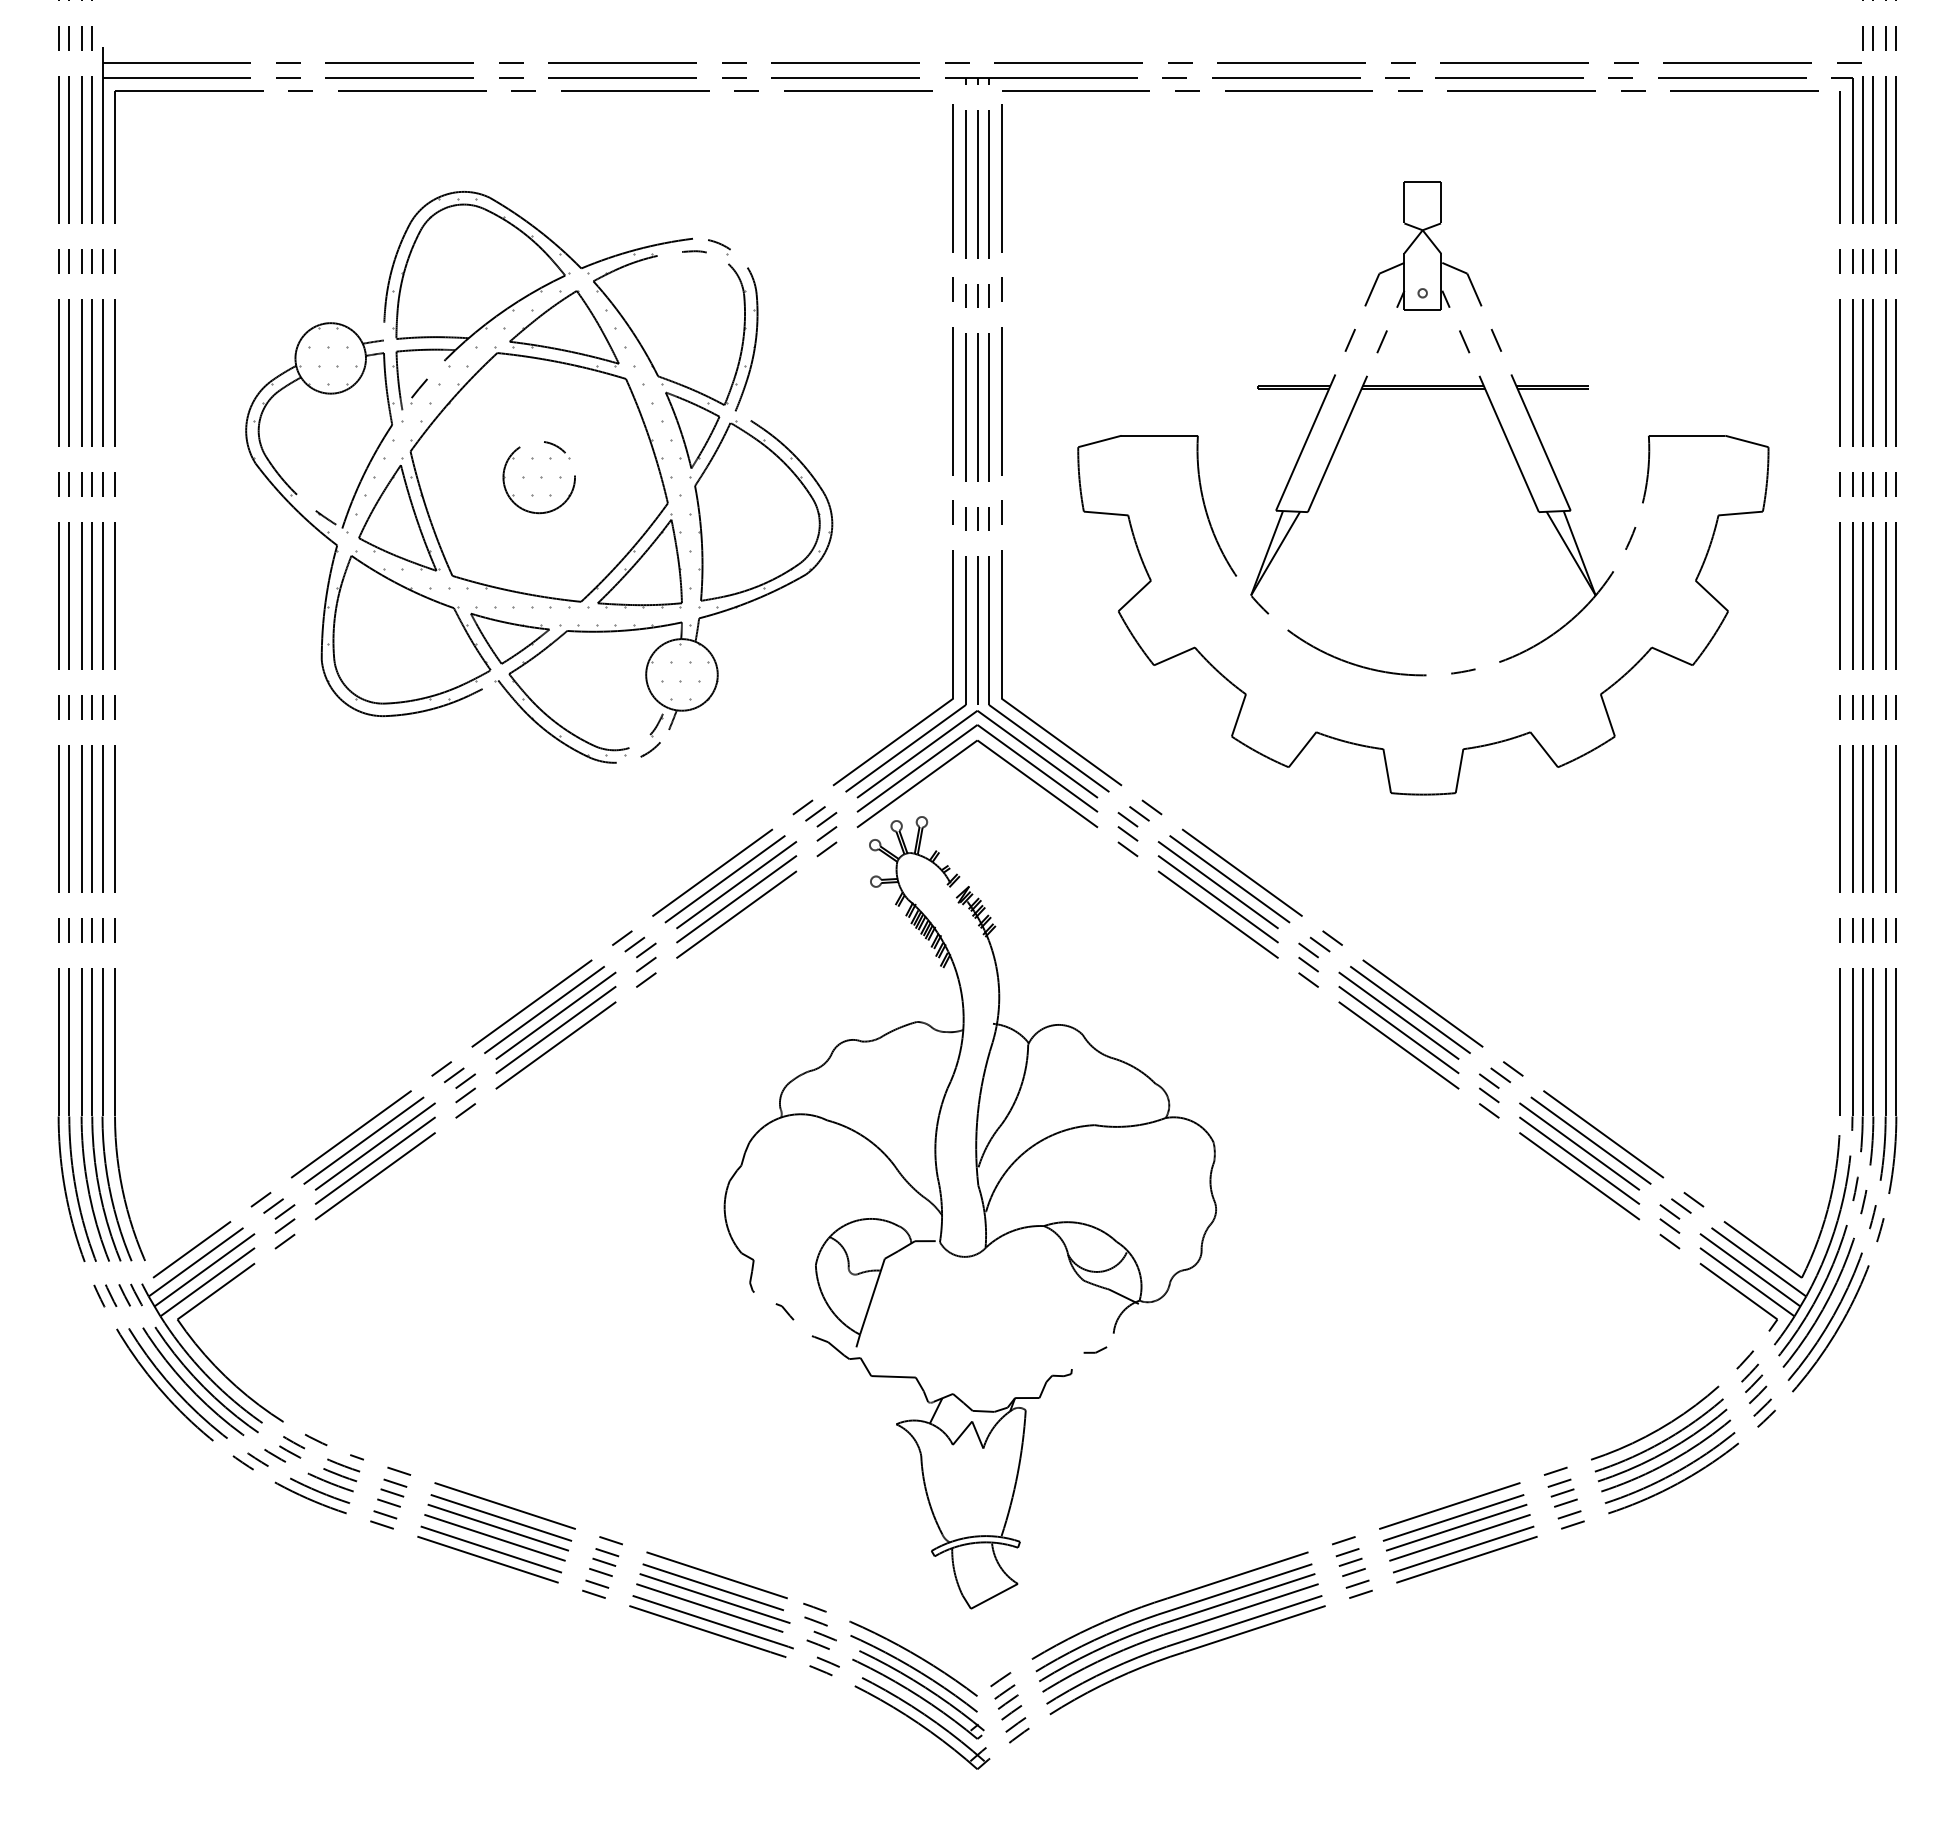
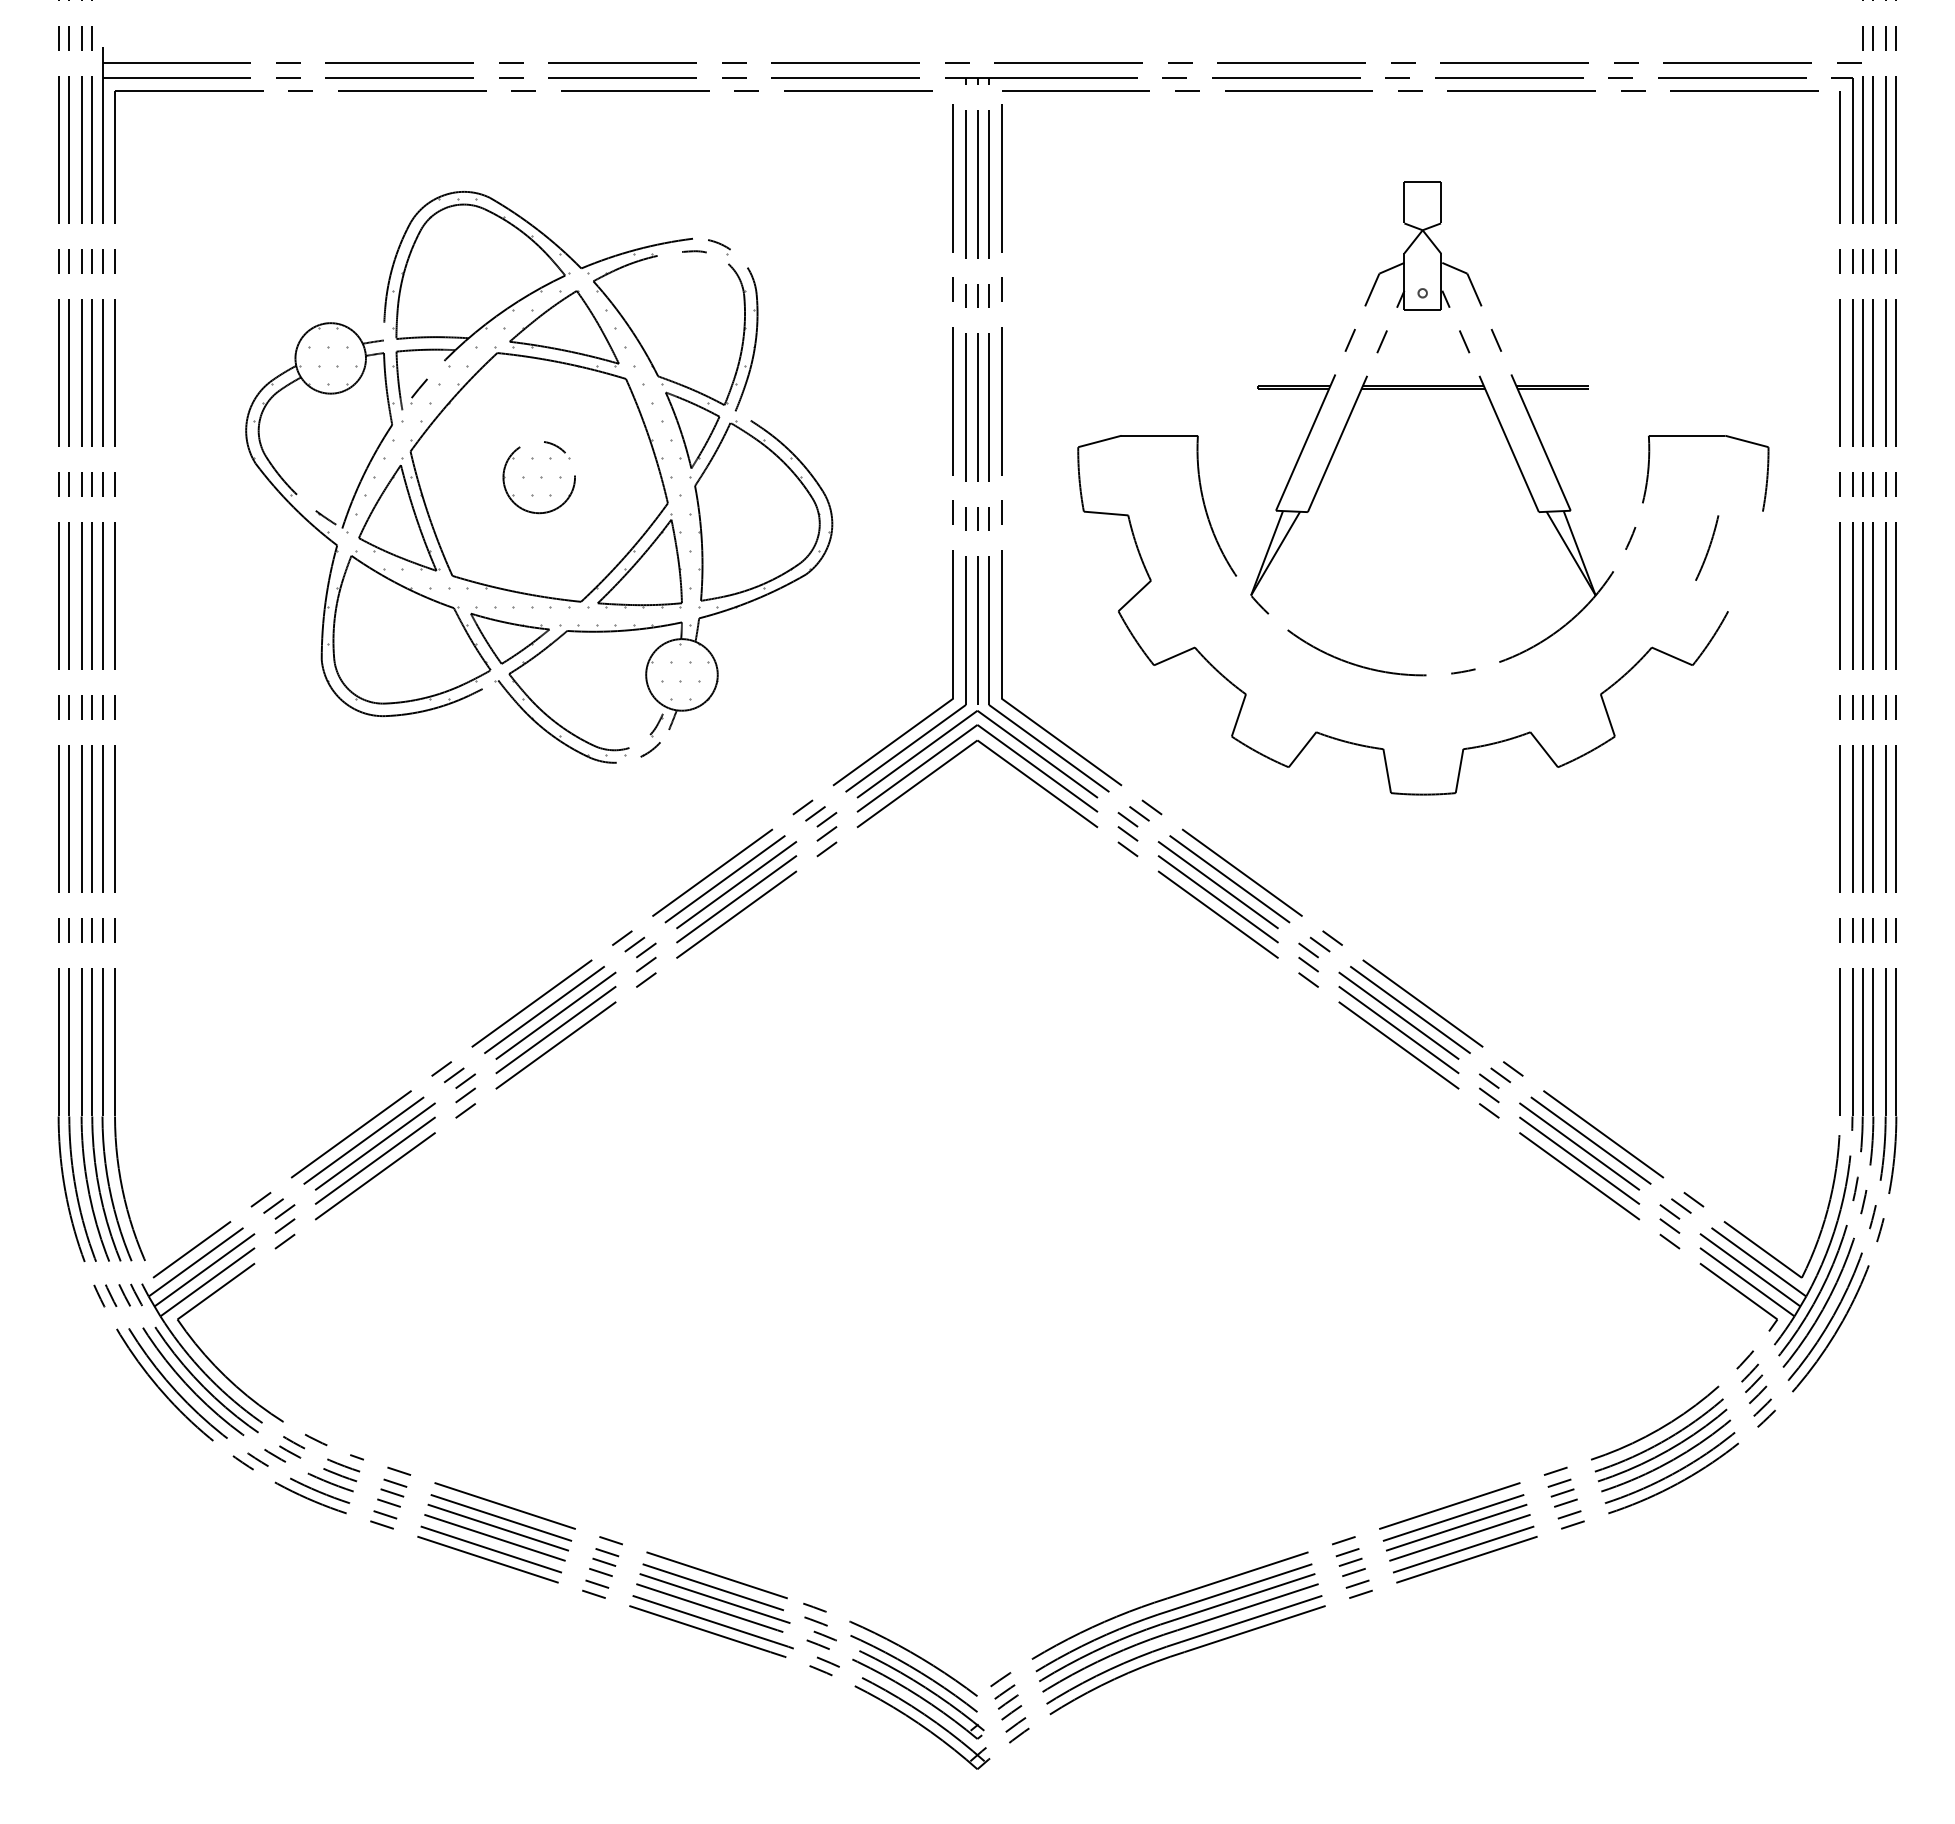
line at (1740, 513): present -> none
line at (1711, 595): present -> none
part at (982, 1207): present -> none
